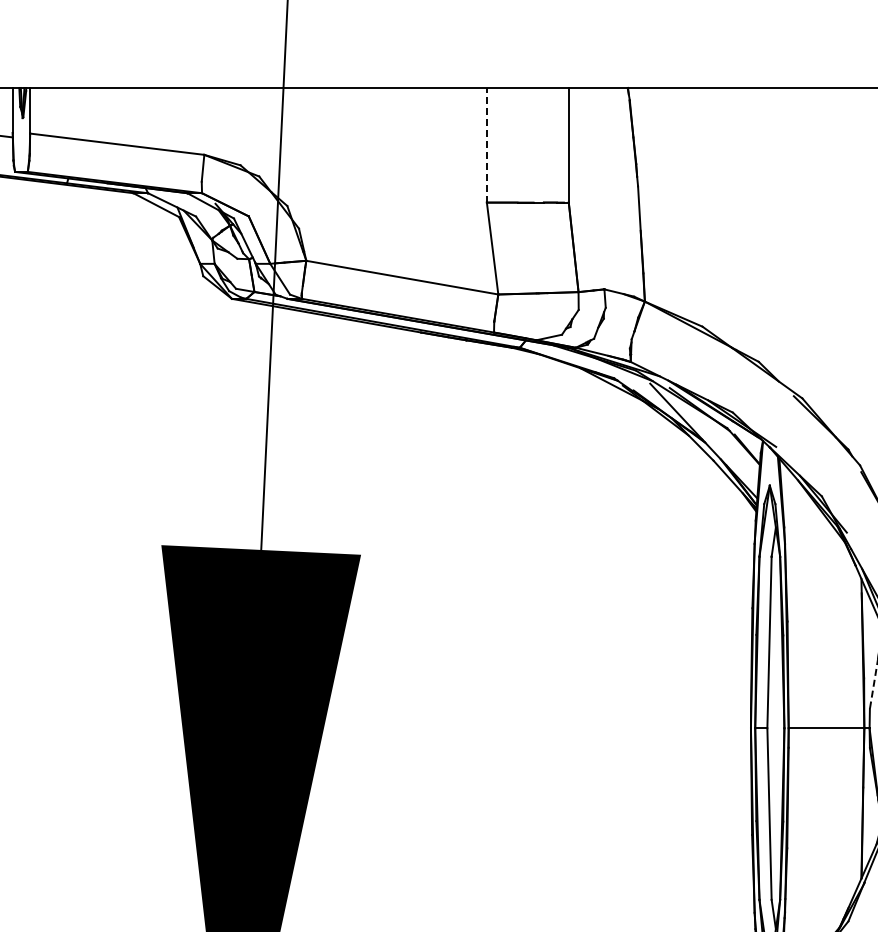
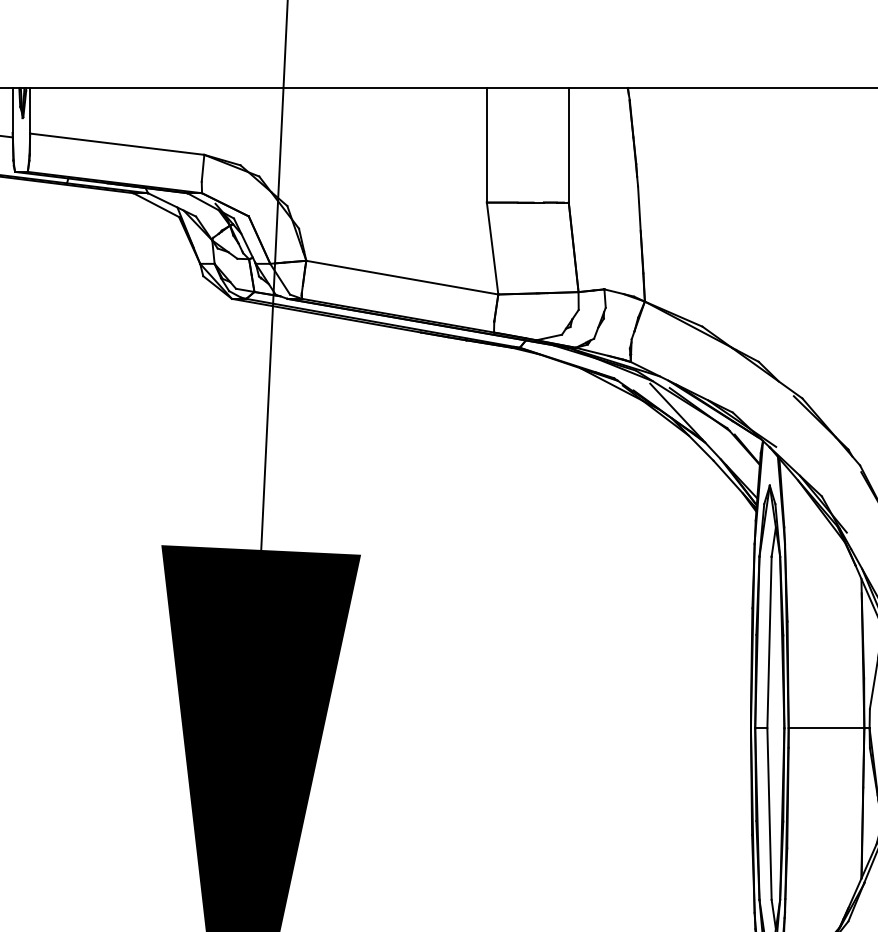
line at (486, 144): dashed -> solid
line at (873, 684): dashed -> solid
